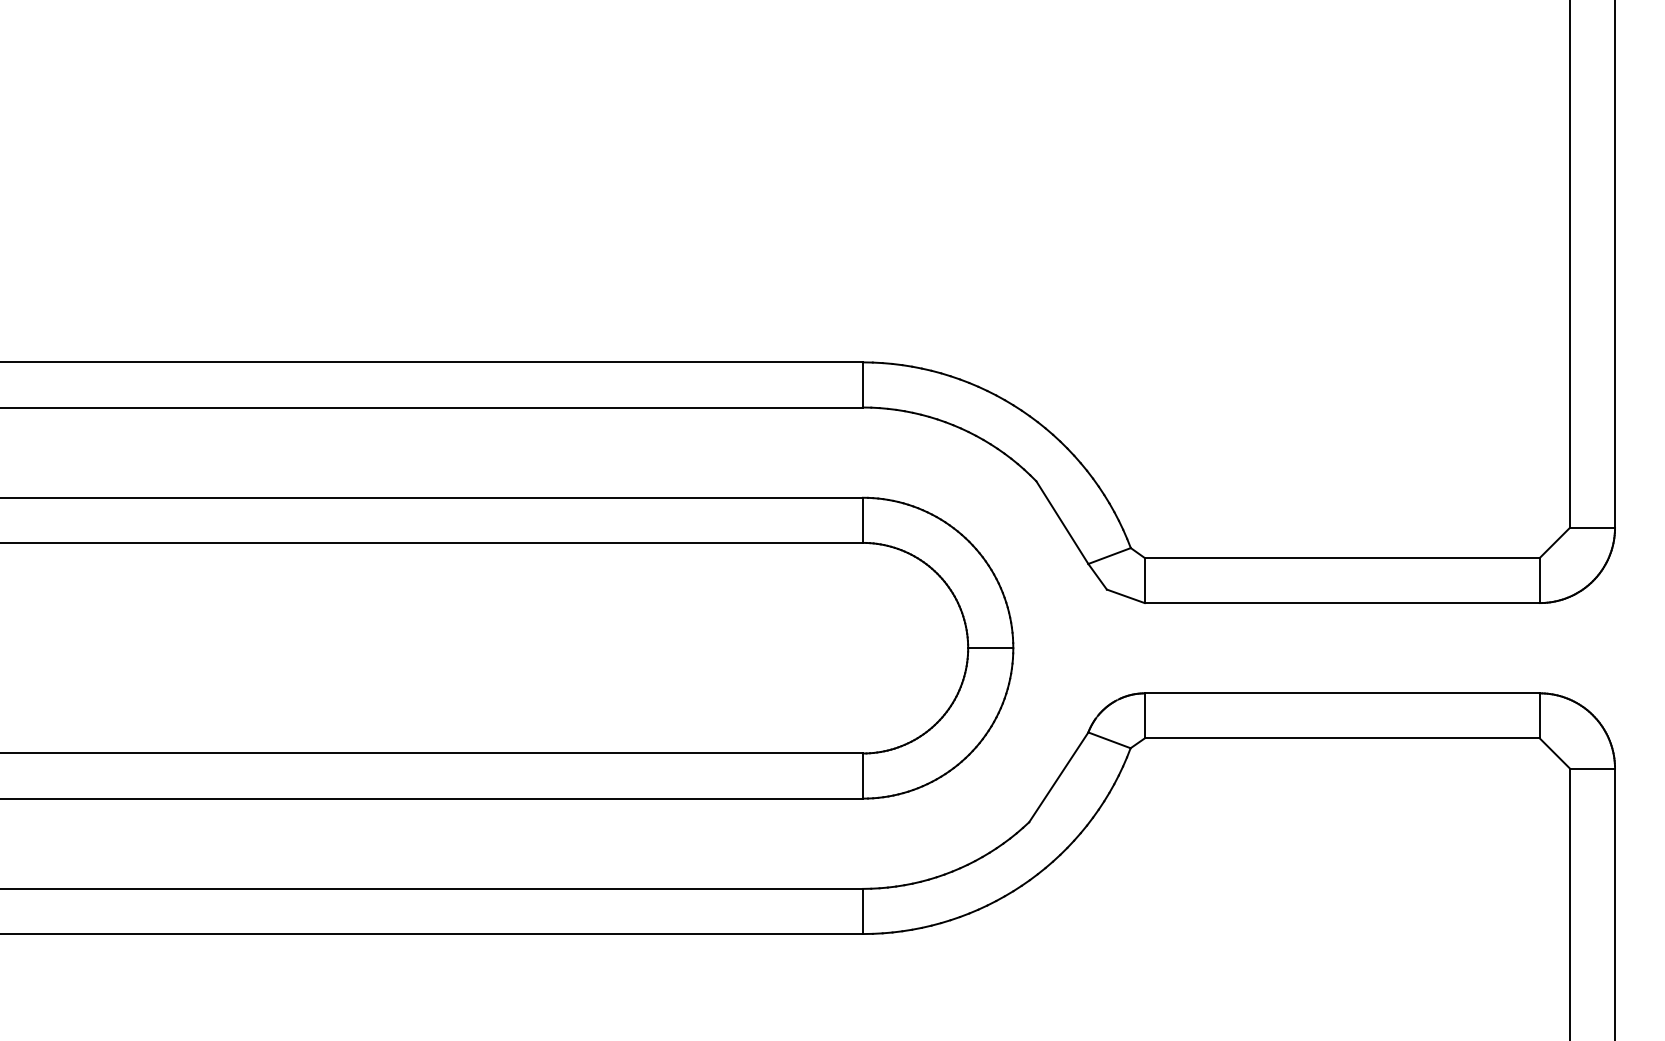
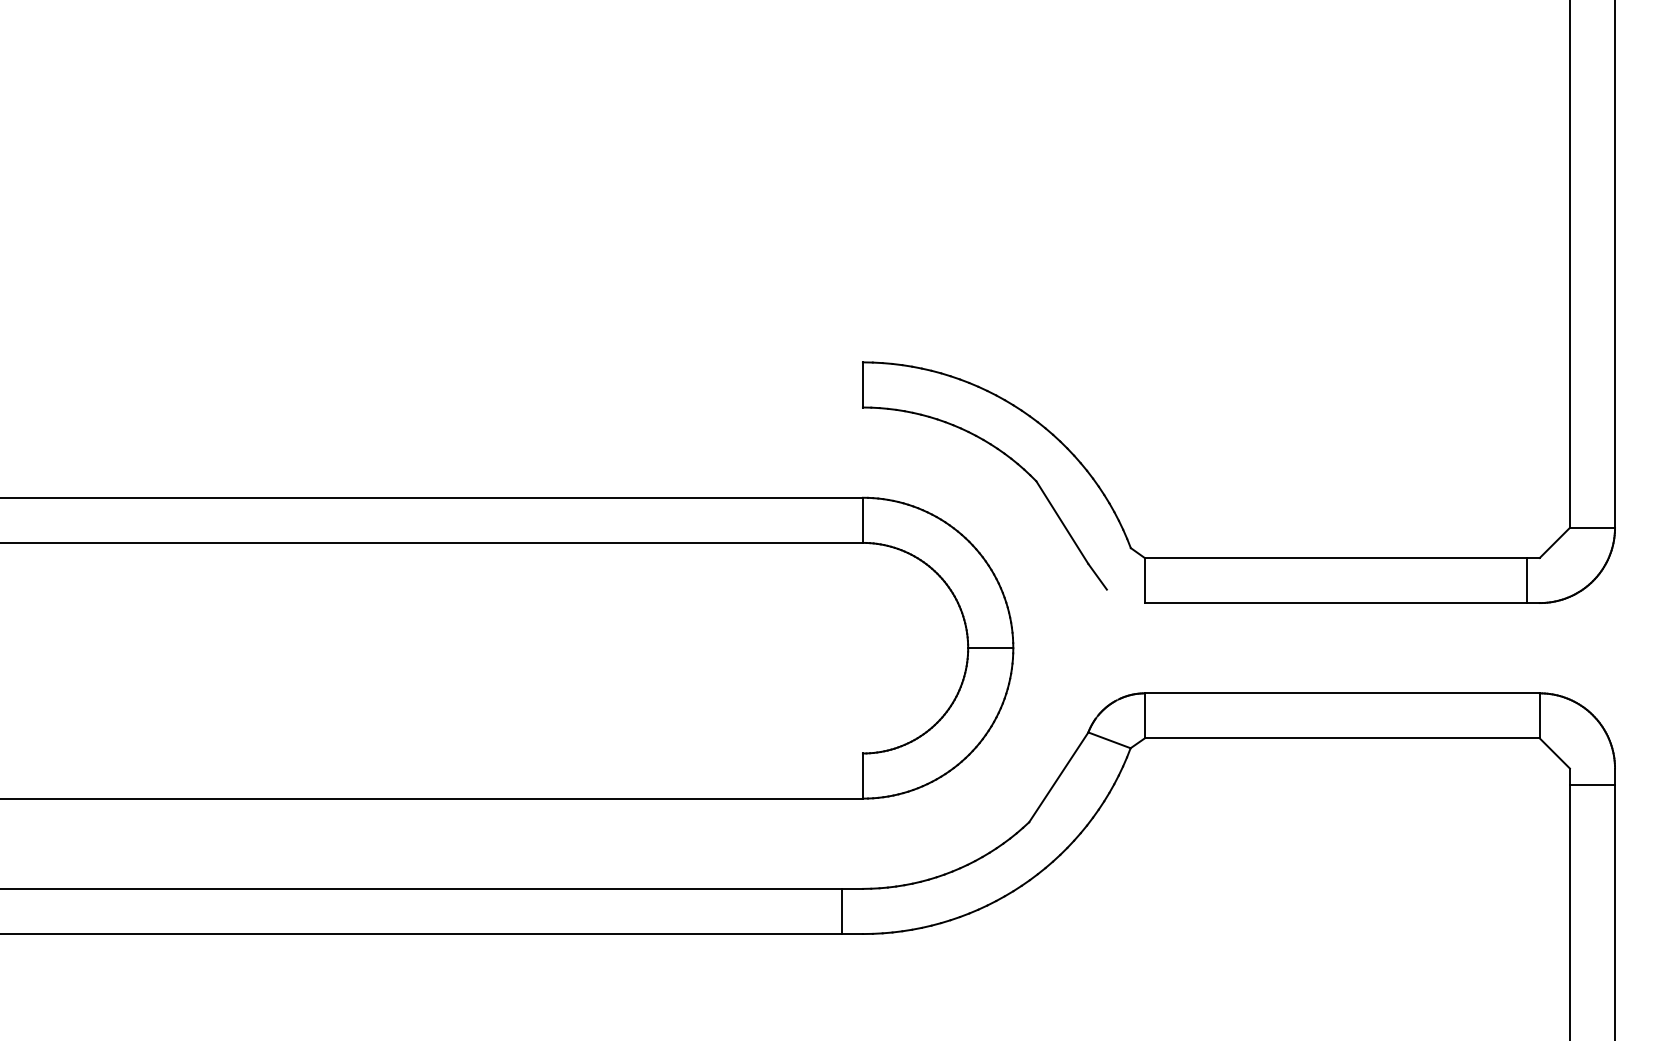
line at (432, 362): present -> none
line at (432, 407): present -> none
line at (1109, 555): present -> none
line at (1539, 580) position: (1539, 580) -> (1526, 580)
line at (1125, 596): present -> none
line at (432, 753): present -> none
line at (1592, 768) position: (1592, 768) -> (1592, 784)
line at (862, 911) position: (862, 911) -> (841, 911)
